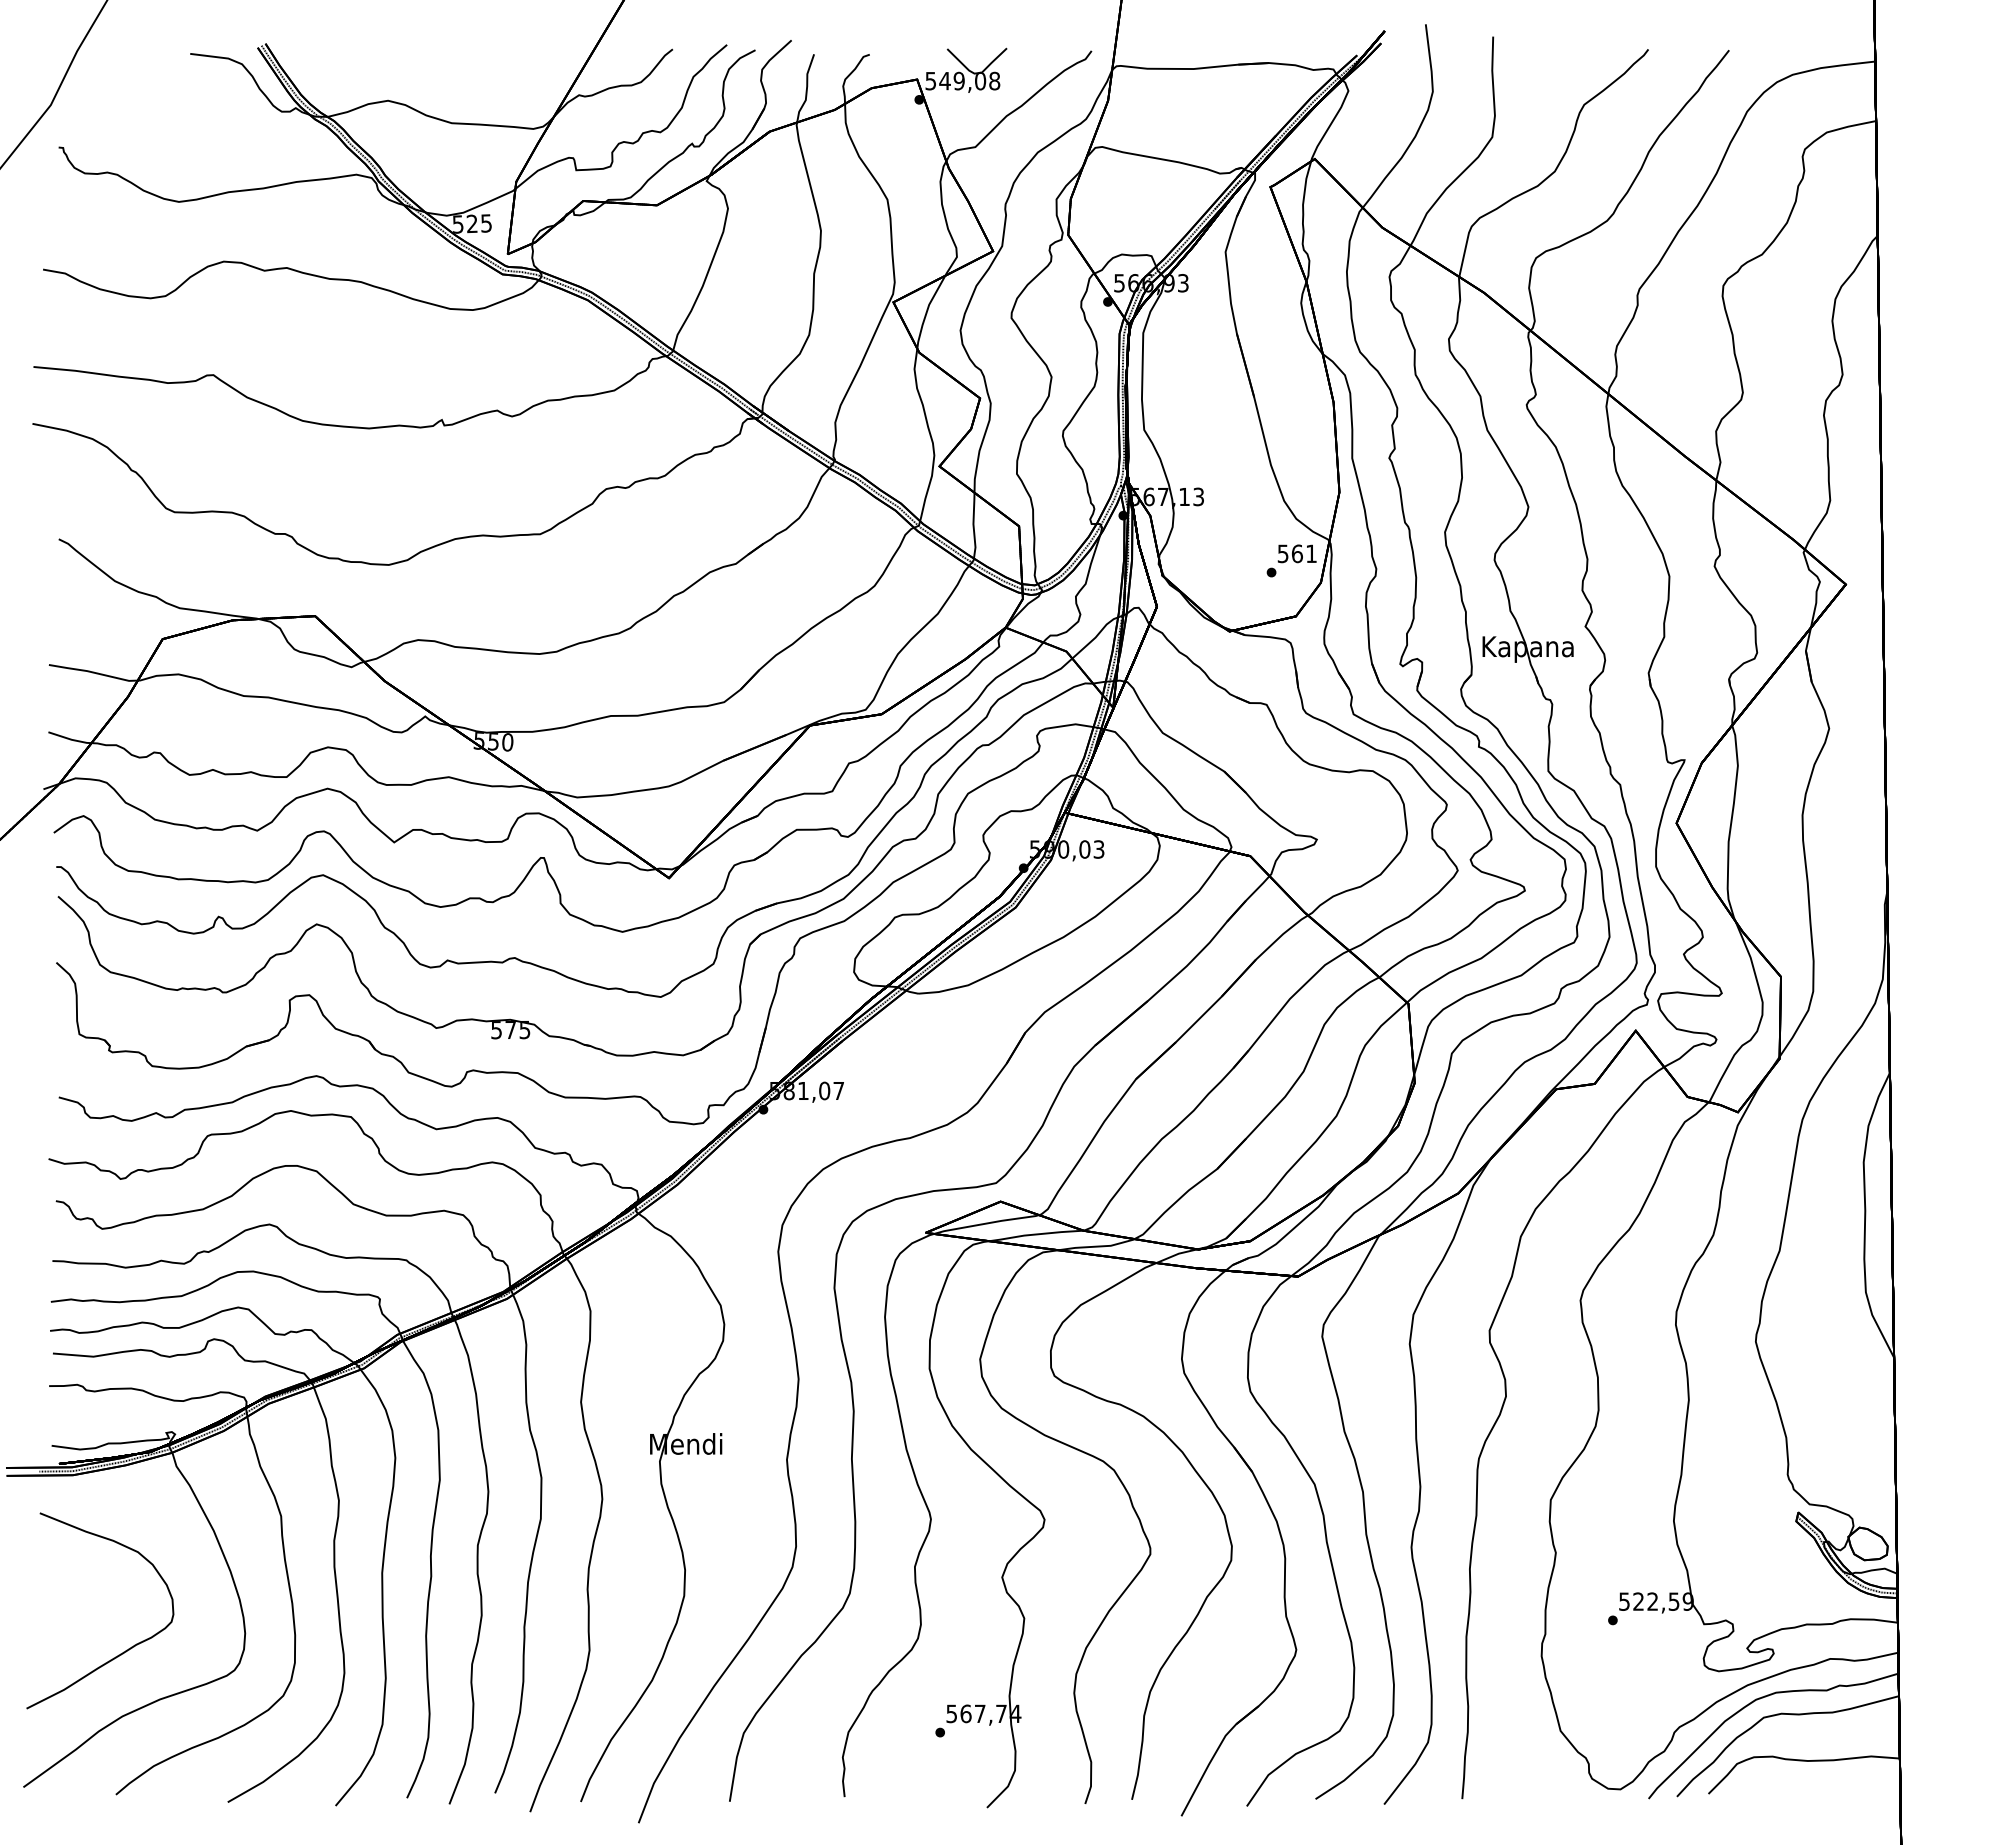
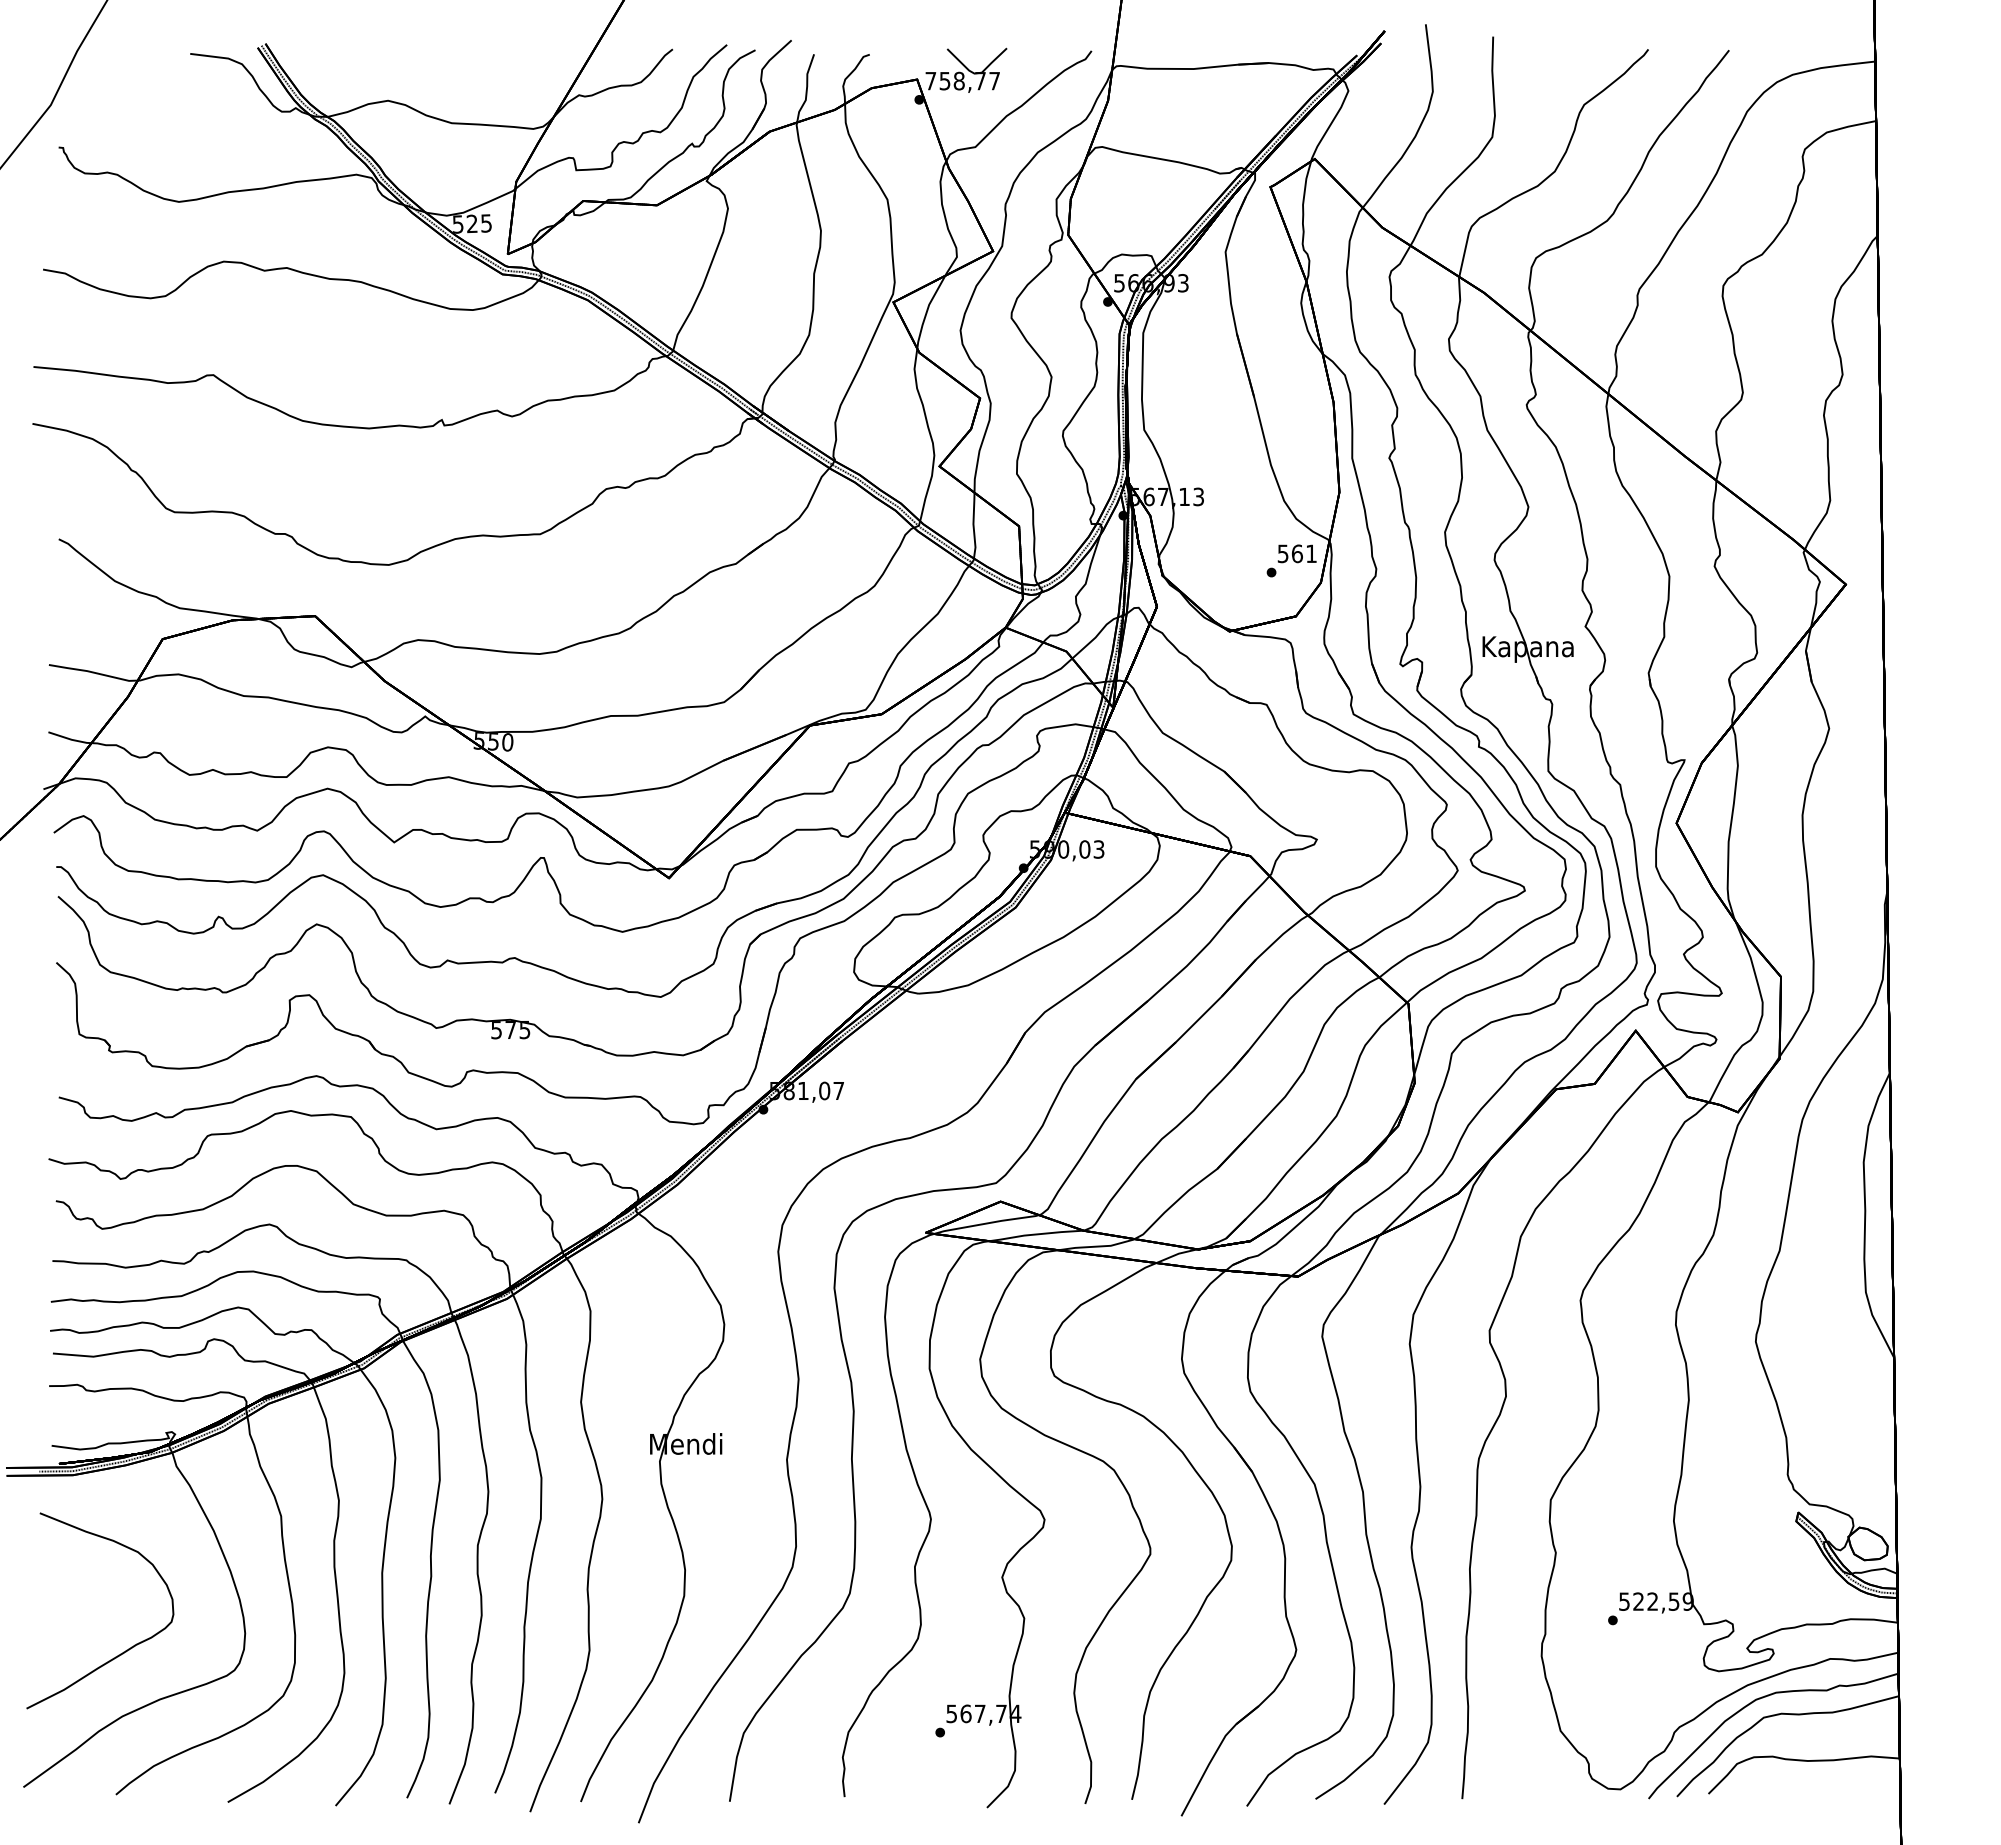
text at (962, 80): 549,08 -> 758,77
